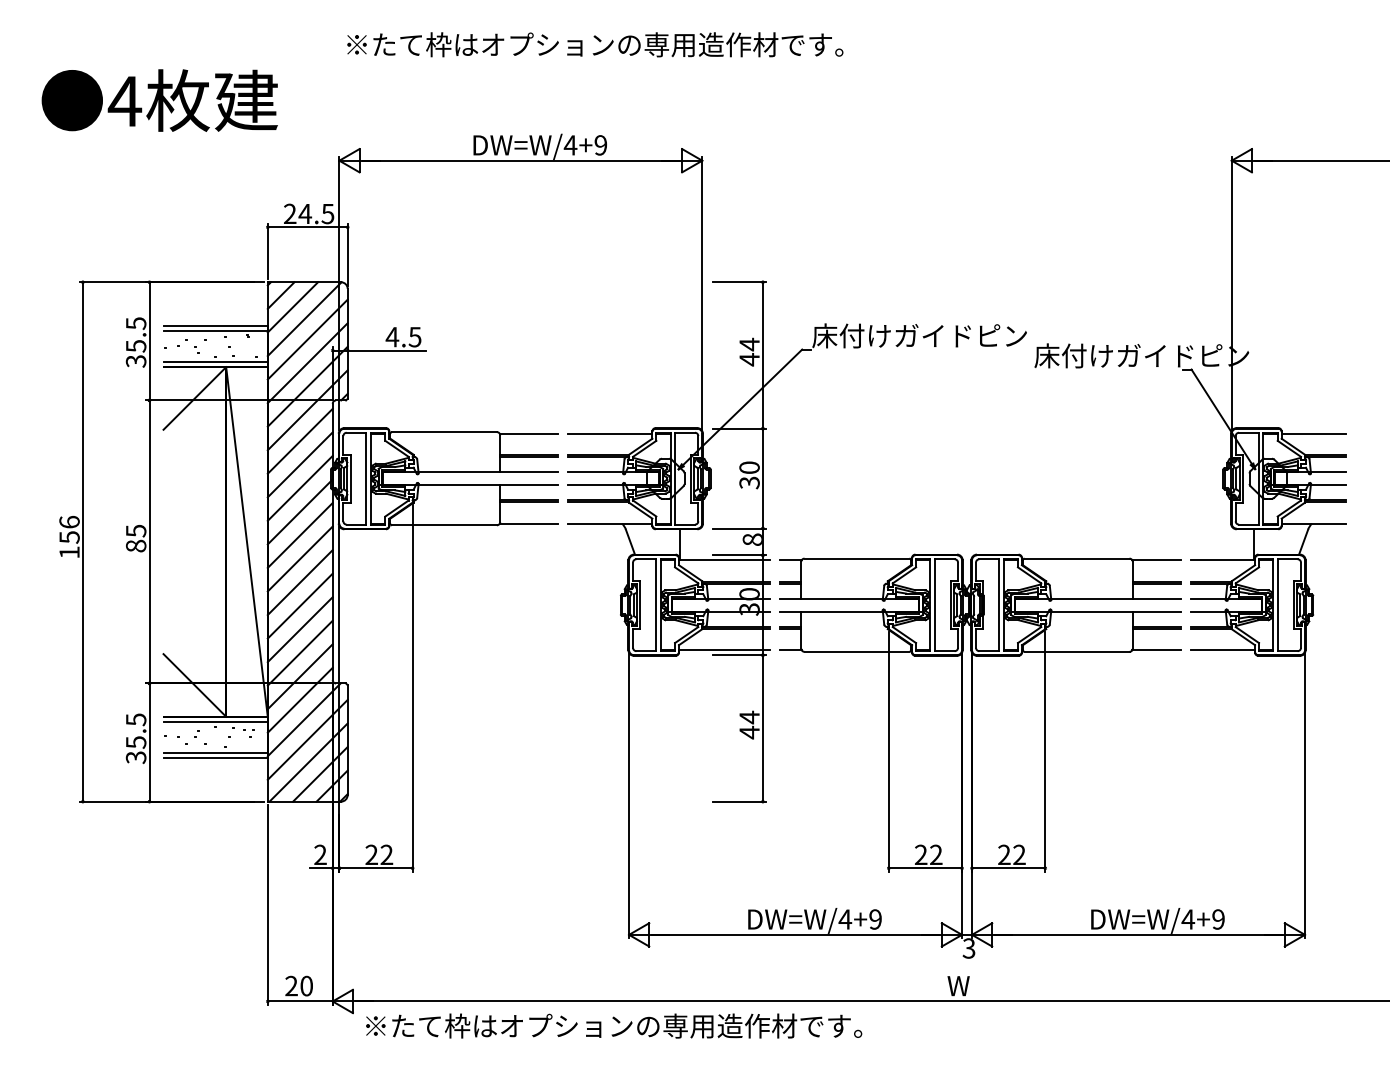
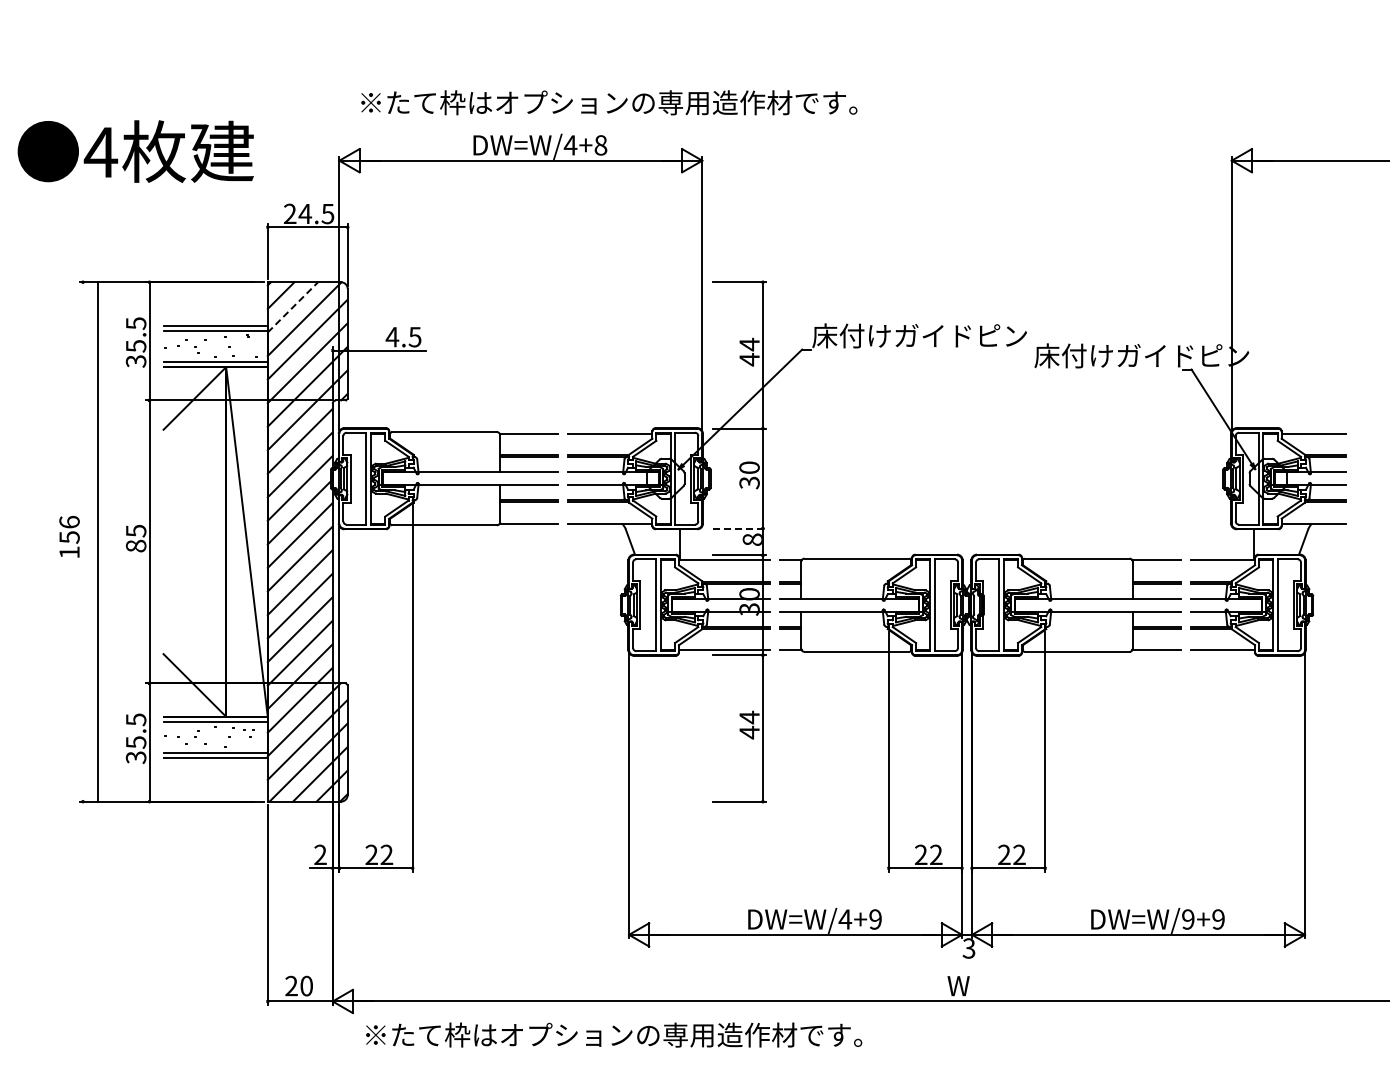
text at (595, 44) position: (595, 44) -> (609, 102)
text at (159, 100) position: (159, 100) -> (135, 151)
text at (600, 145): DW=W/4+9 -> DW=W/4+8
line at (292, 307): solid -> dashed
line at (739, 528): solid -> dashed
line at (82, 541) position: (82, 541) -> (97, 541)
text at (1188, 919): DW=W/4+9 -> DW=W/9+9
text at (614, 1025) position: (614, 1025) -> (614, 1034)
